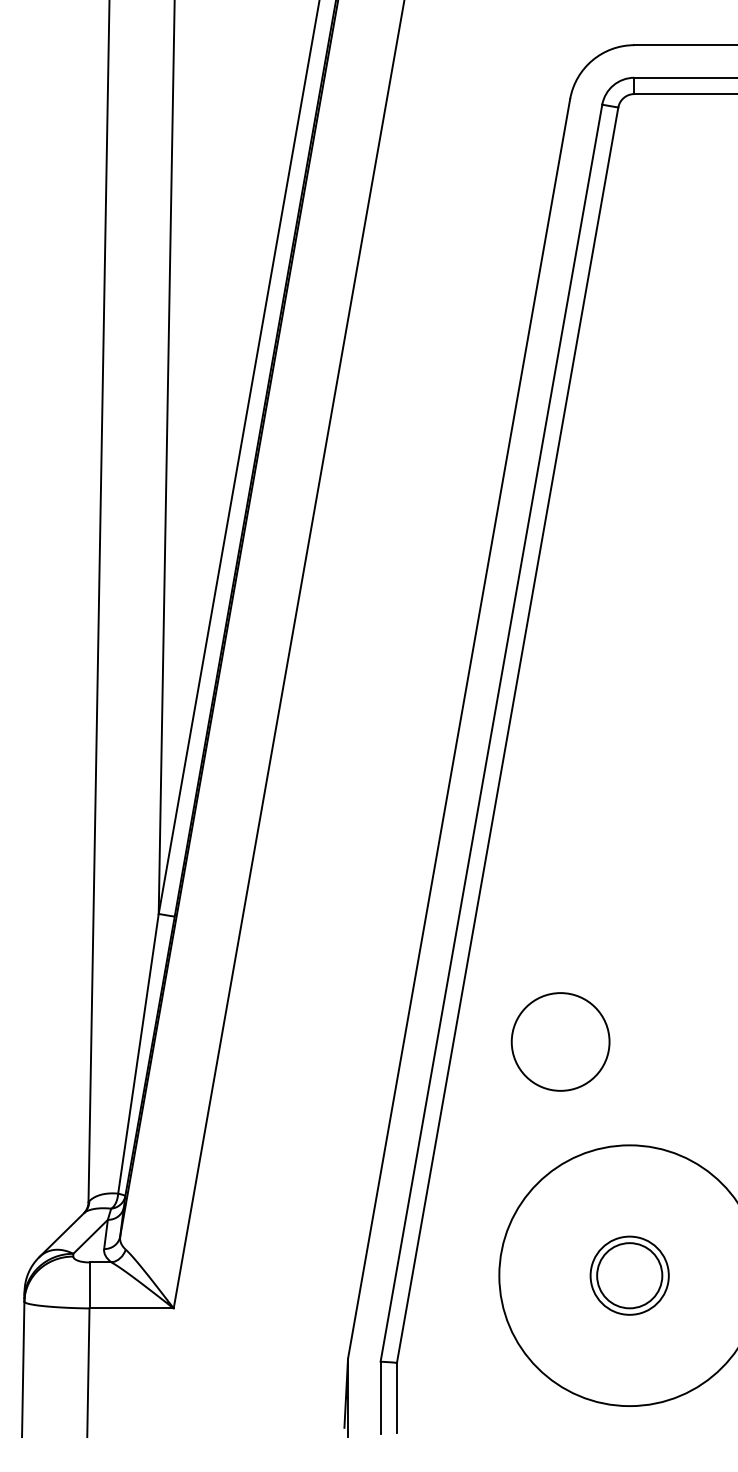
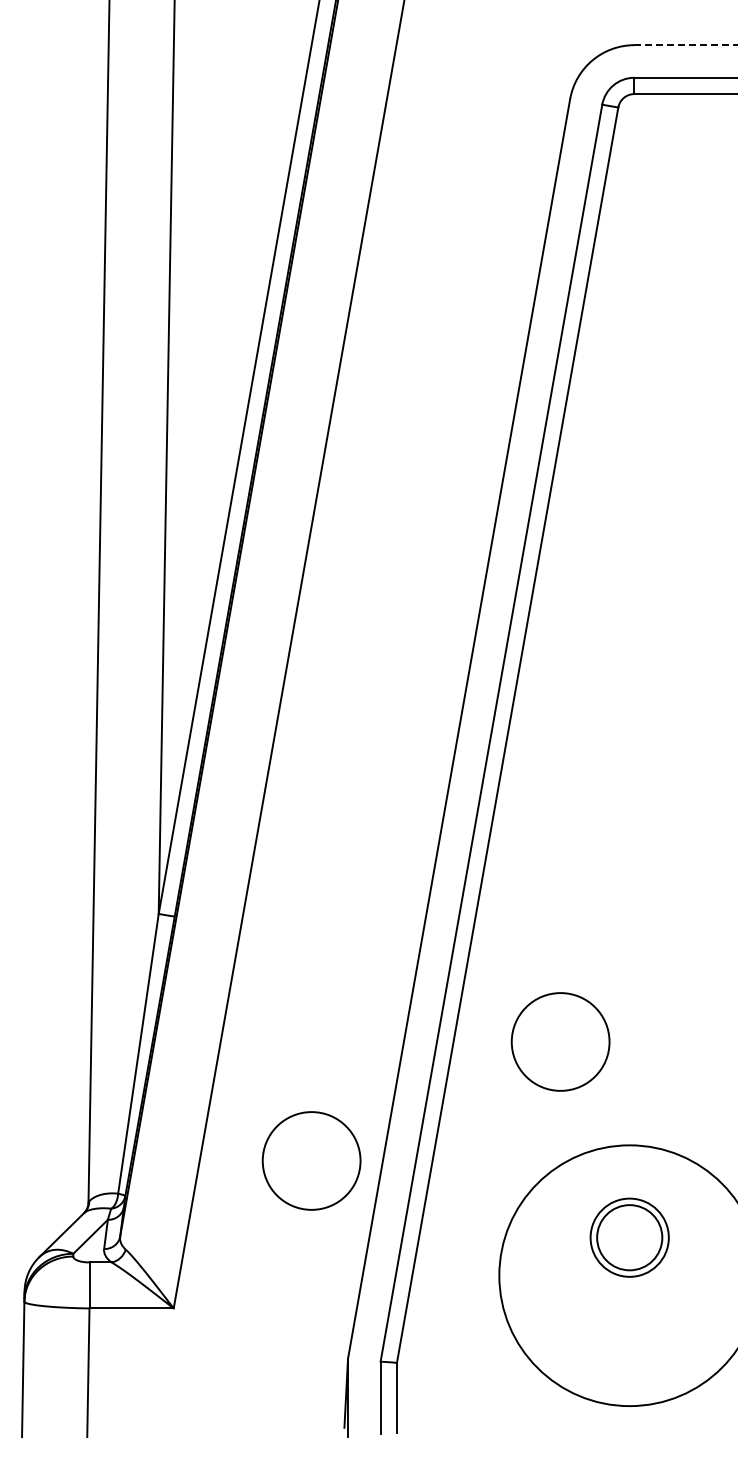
line at (686, 45): solid -> dashed
circle at (311, 1160): none -> present
part at (629, 1275) position: (629, 1275) -> (629, 1237)
